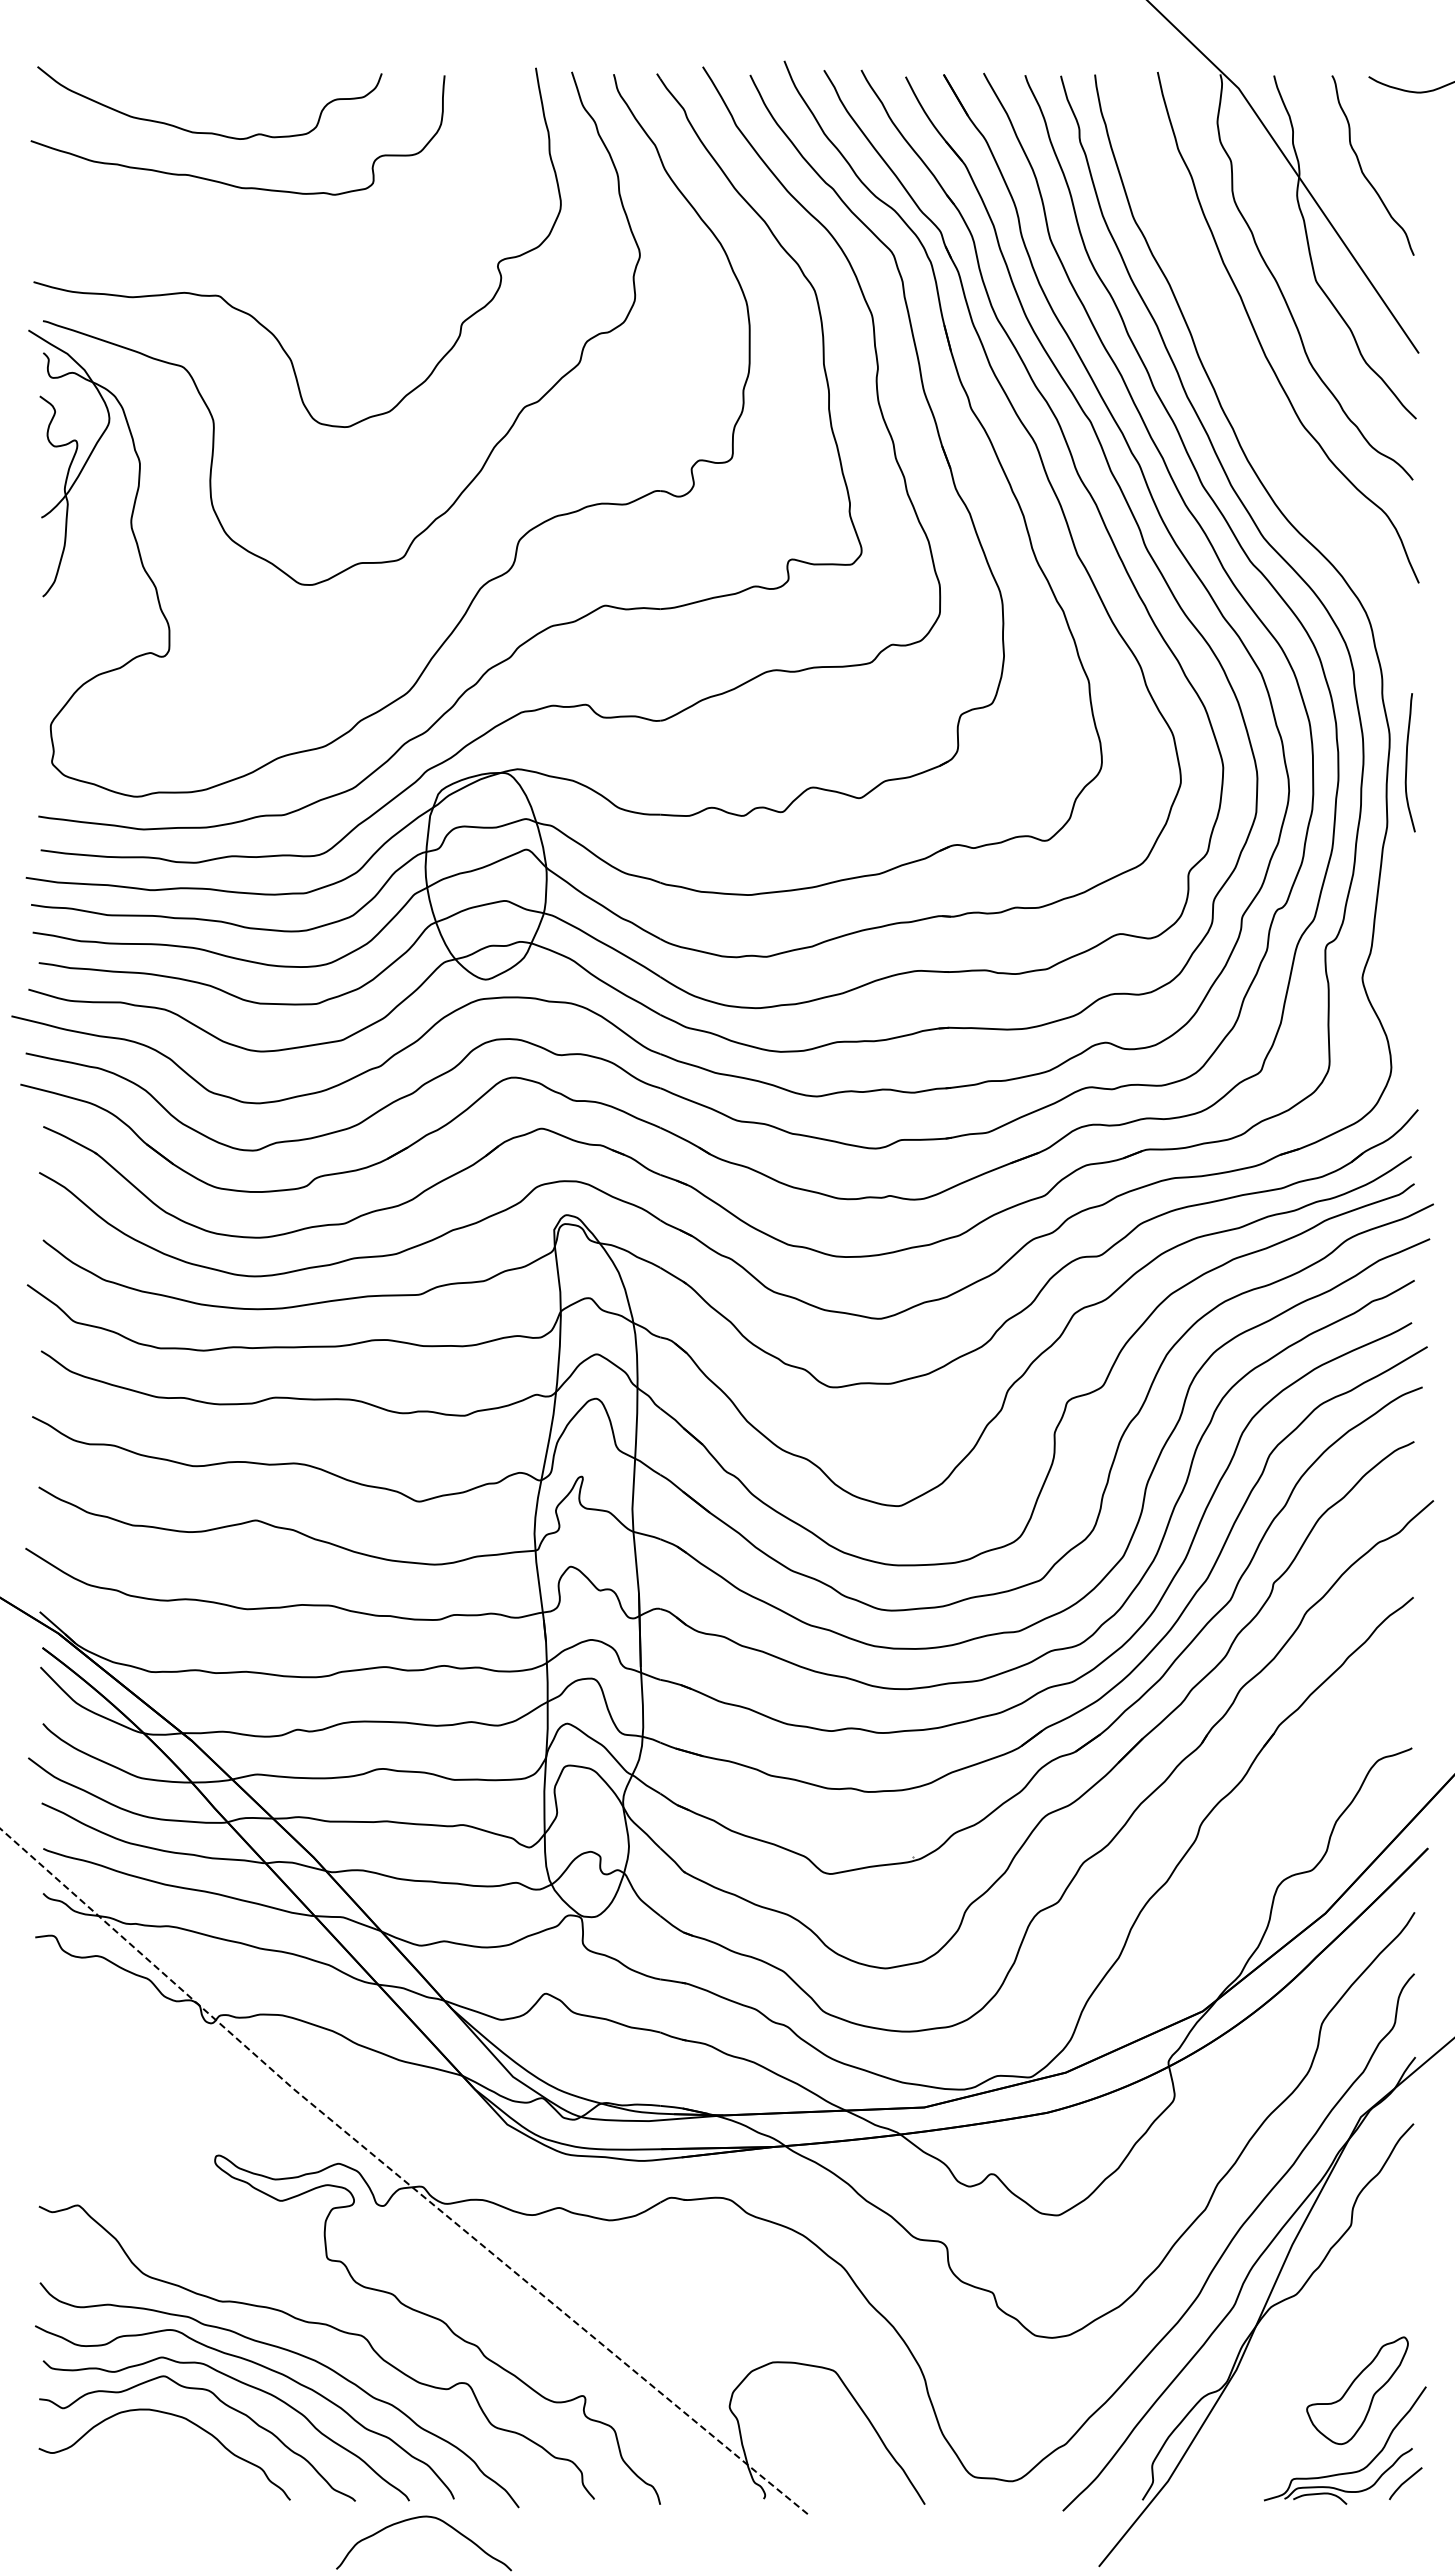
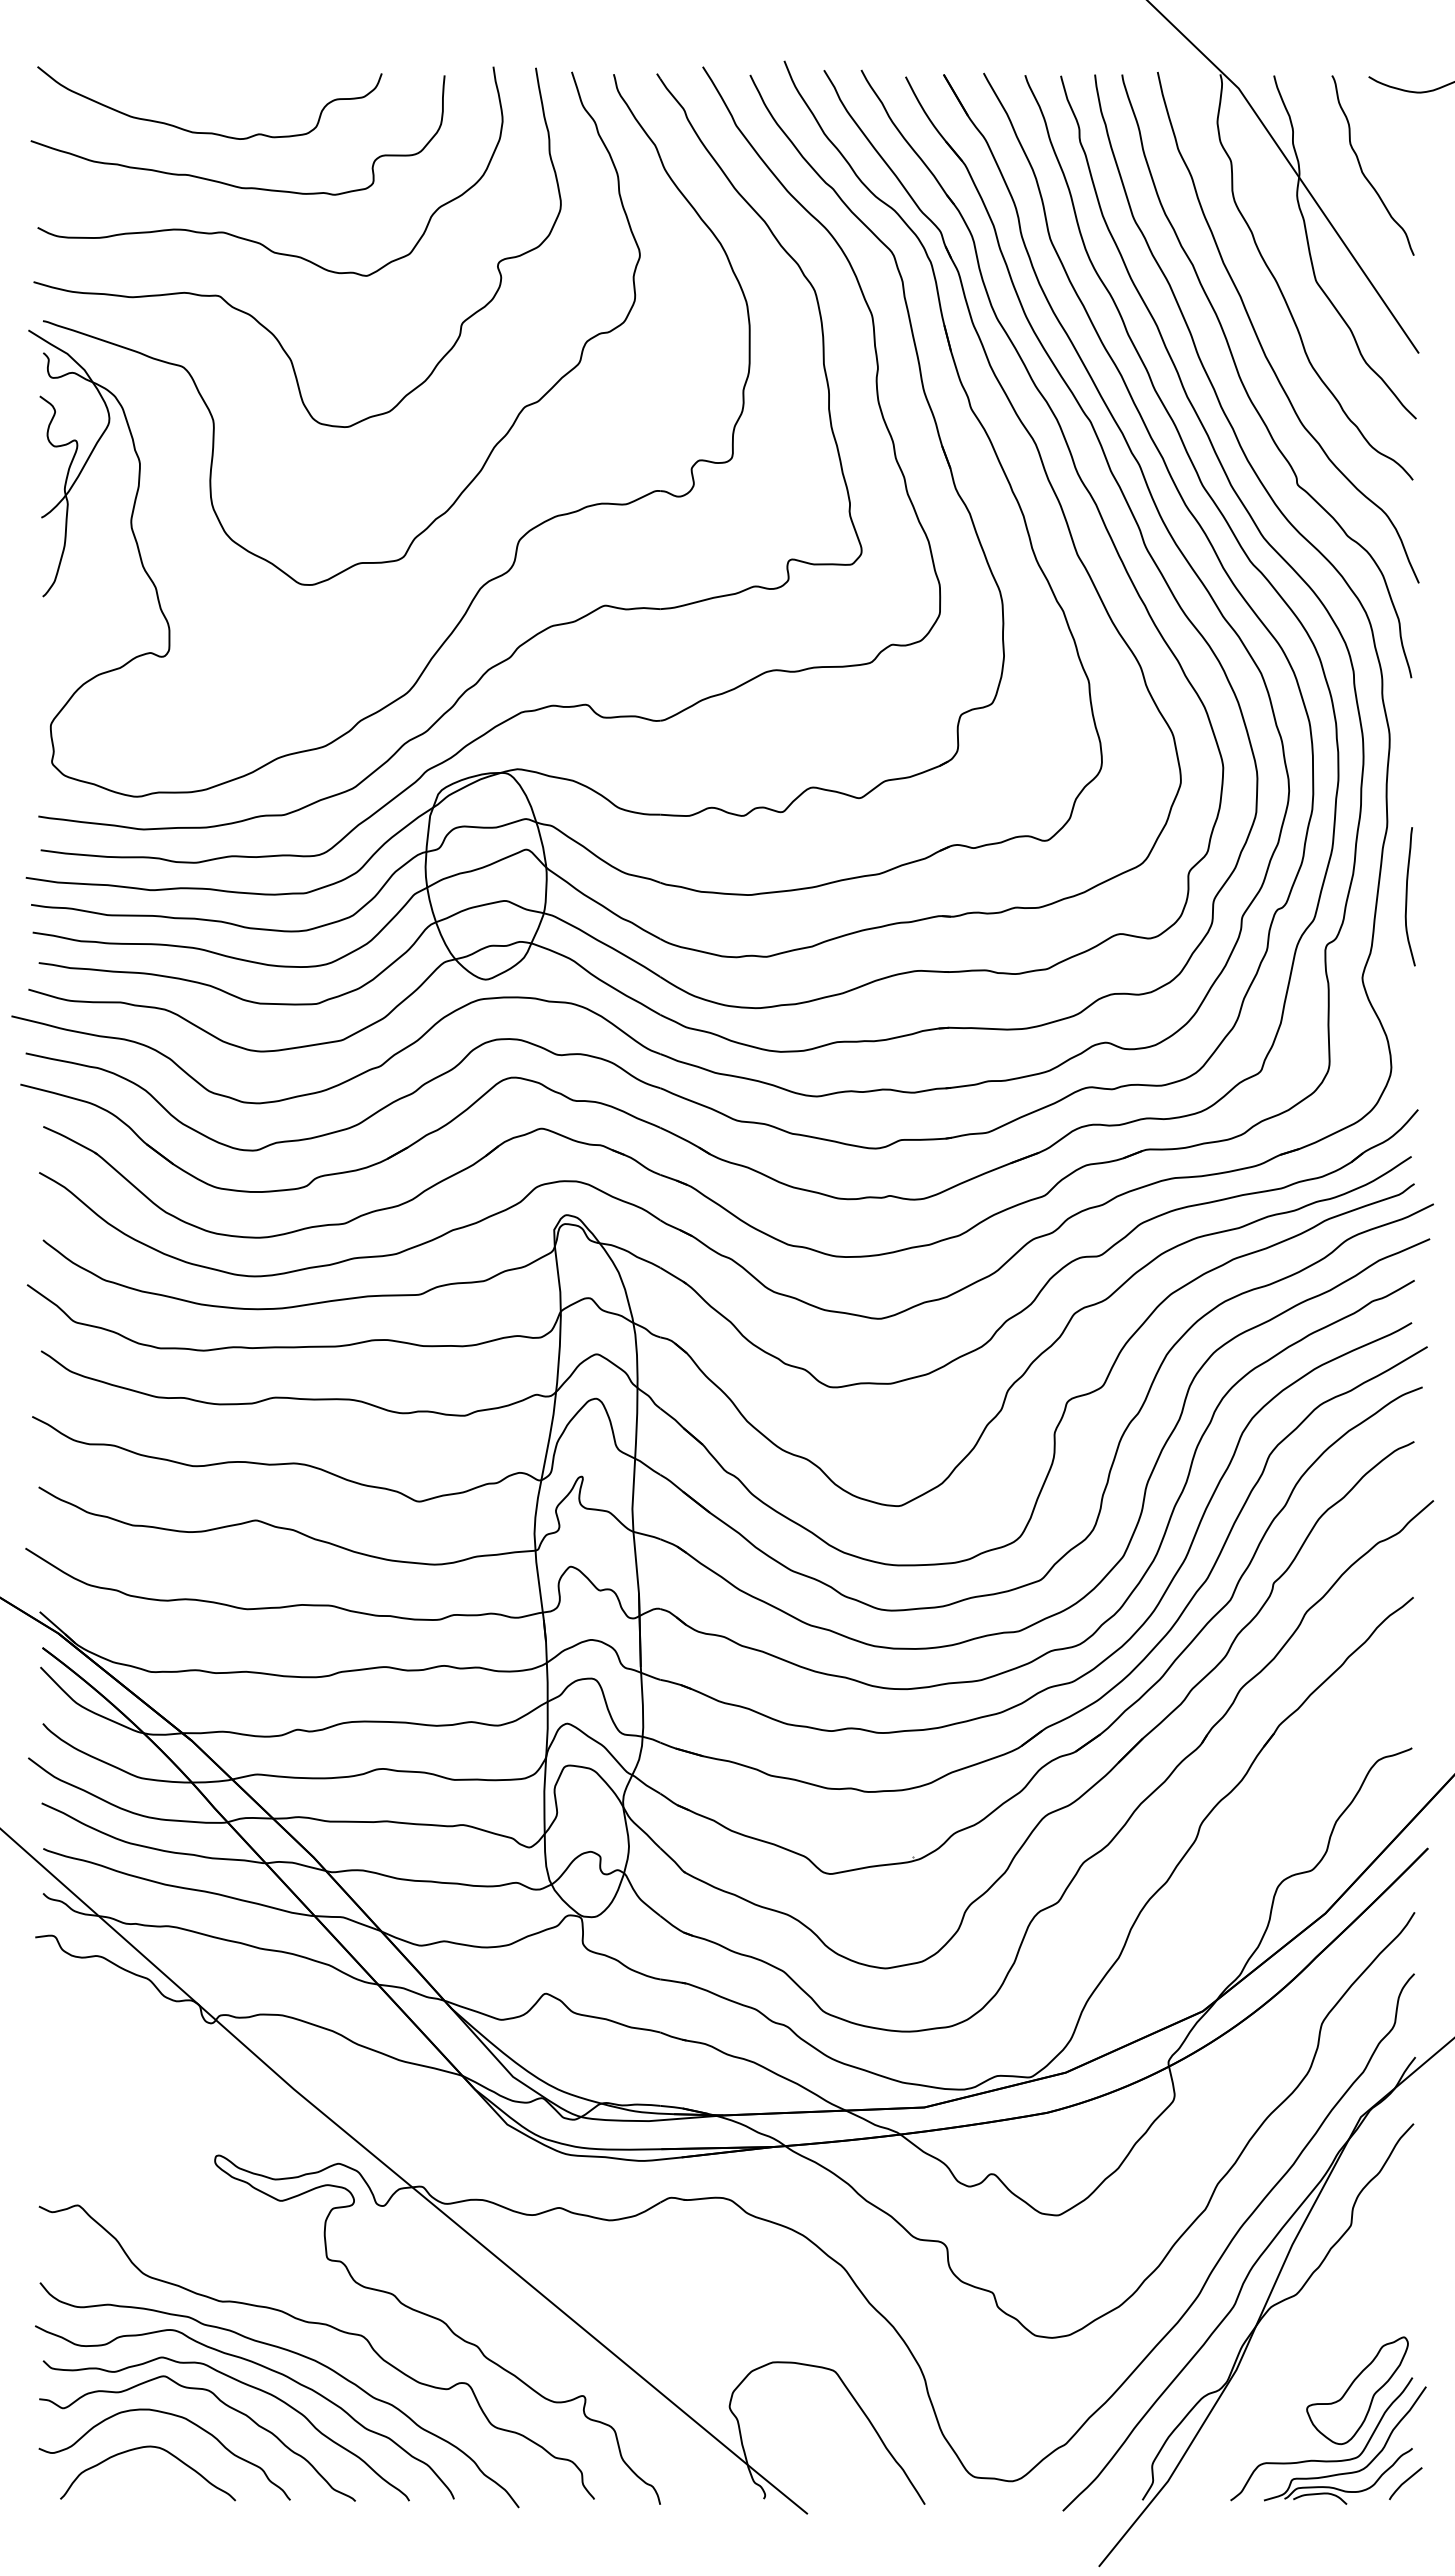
curve at (254, 240): none -> present
curve at (1245, 387): none -> present
curve at (1407, 762) position: (1407, 762) -> (1407, 896)
line at (399, 2176): dashed -> solid
curve at (1321, 2460): none -> present
curve at (418, 2518) position: (418, 2518) -> (142, 2448)
